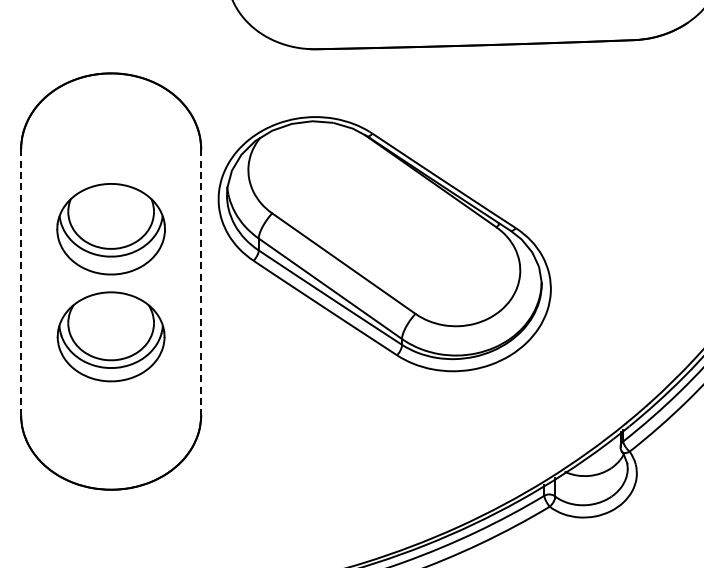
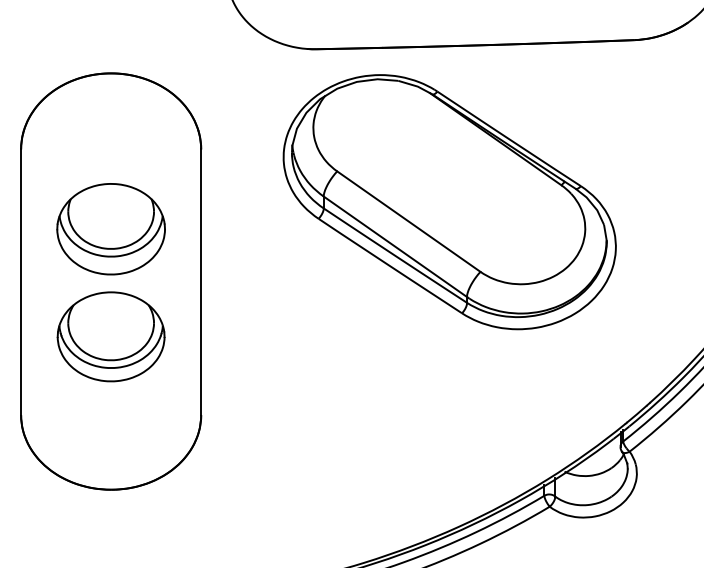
part at (384, 244) position: (384, 244) -> (449, 202)
line at (21, 282): dashed -> solid
line at (201, 282): dashed -> solid
